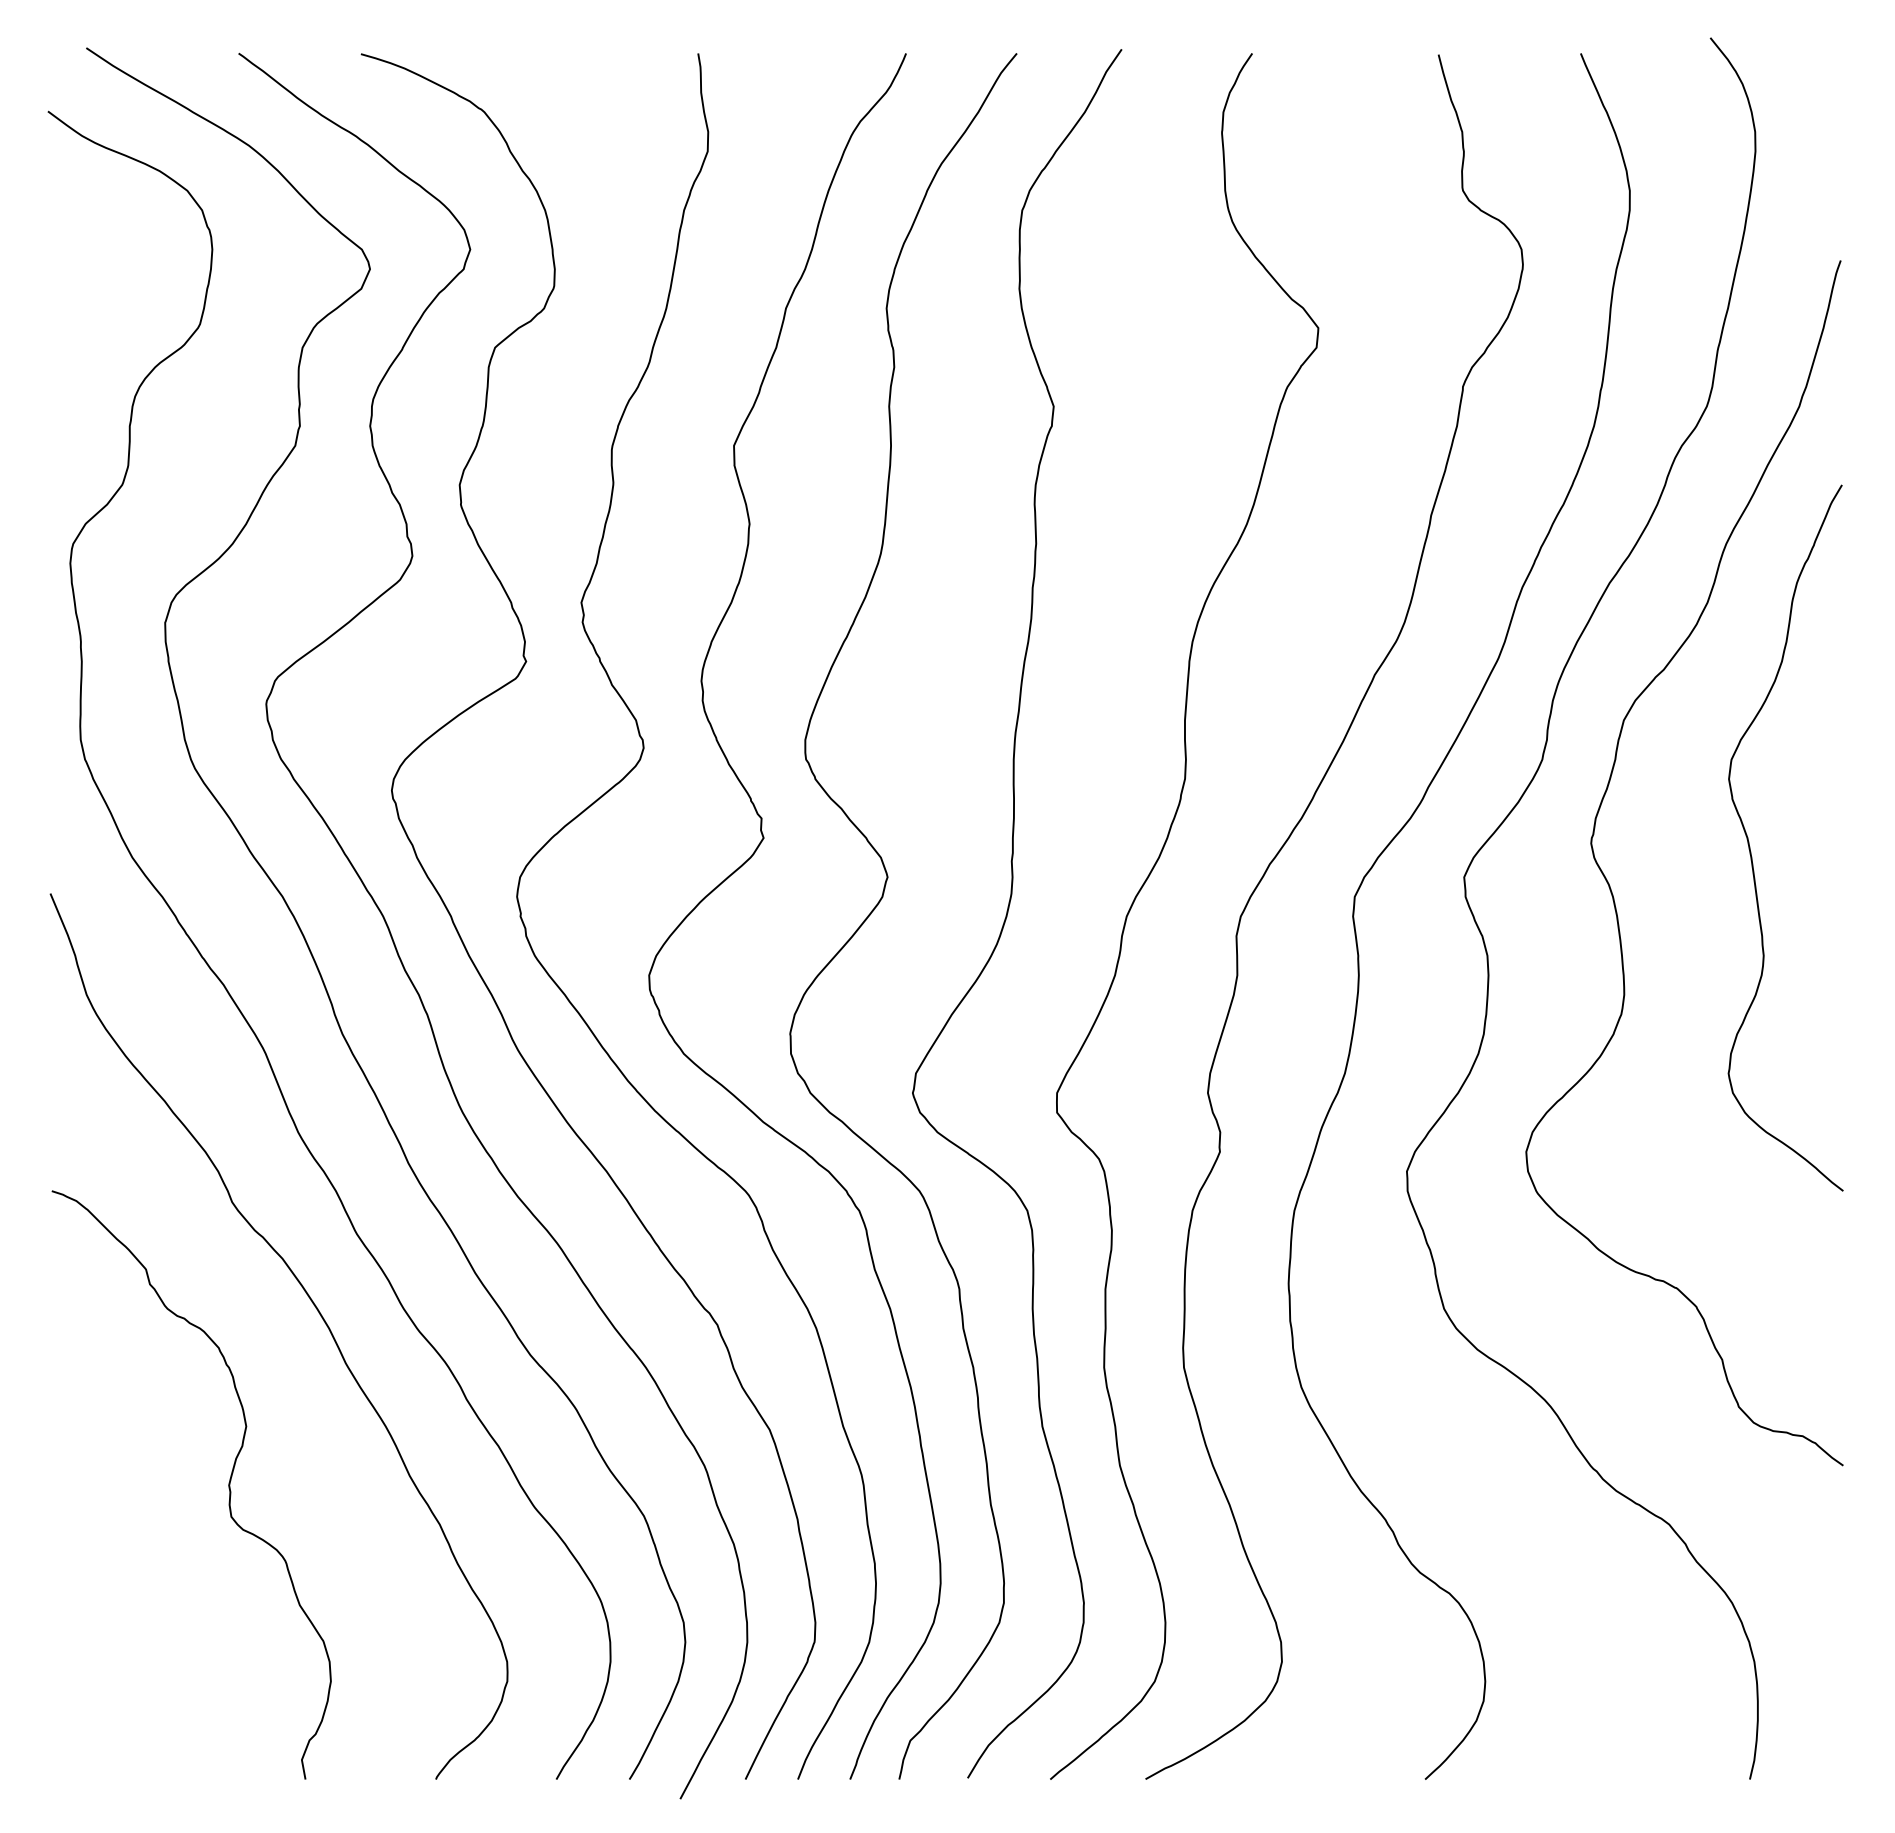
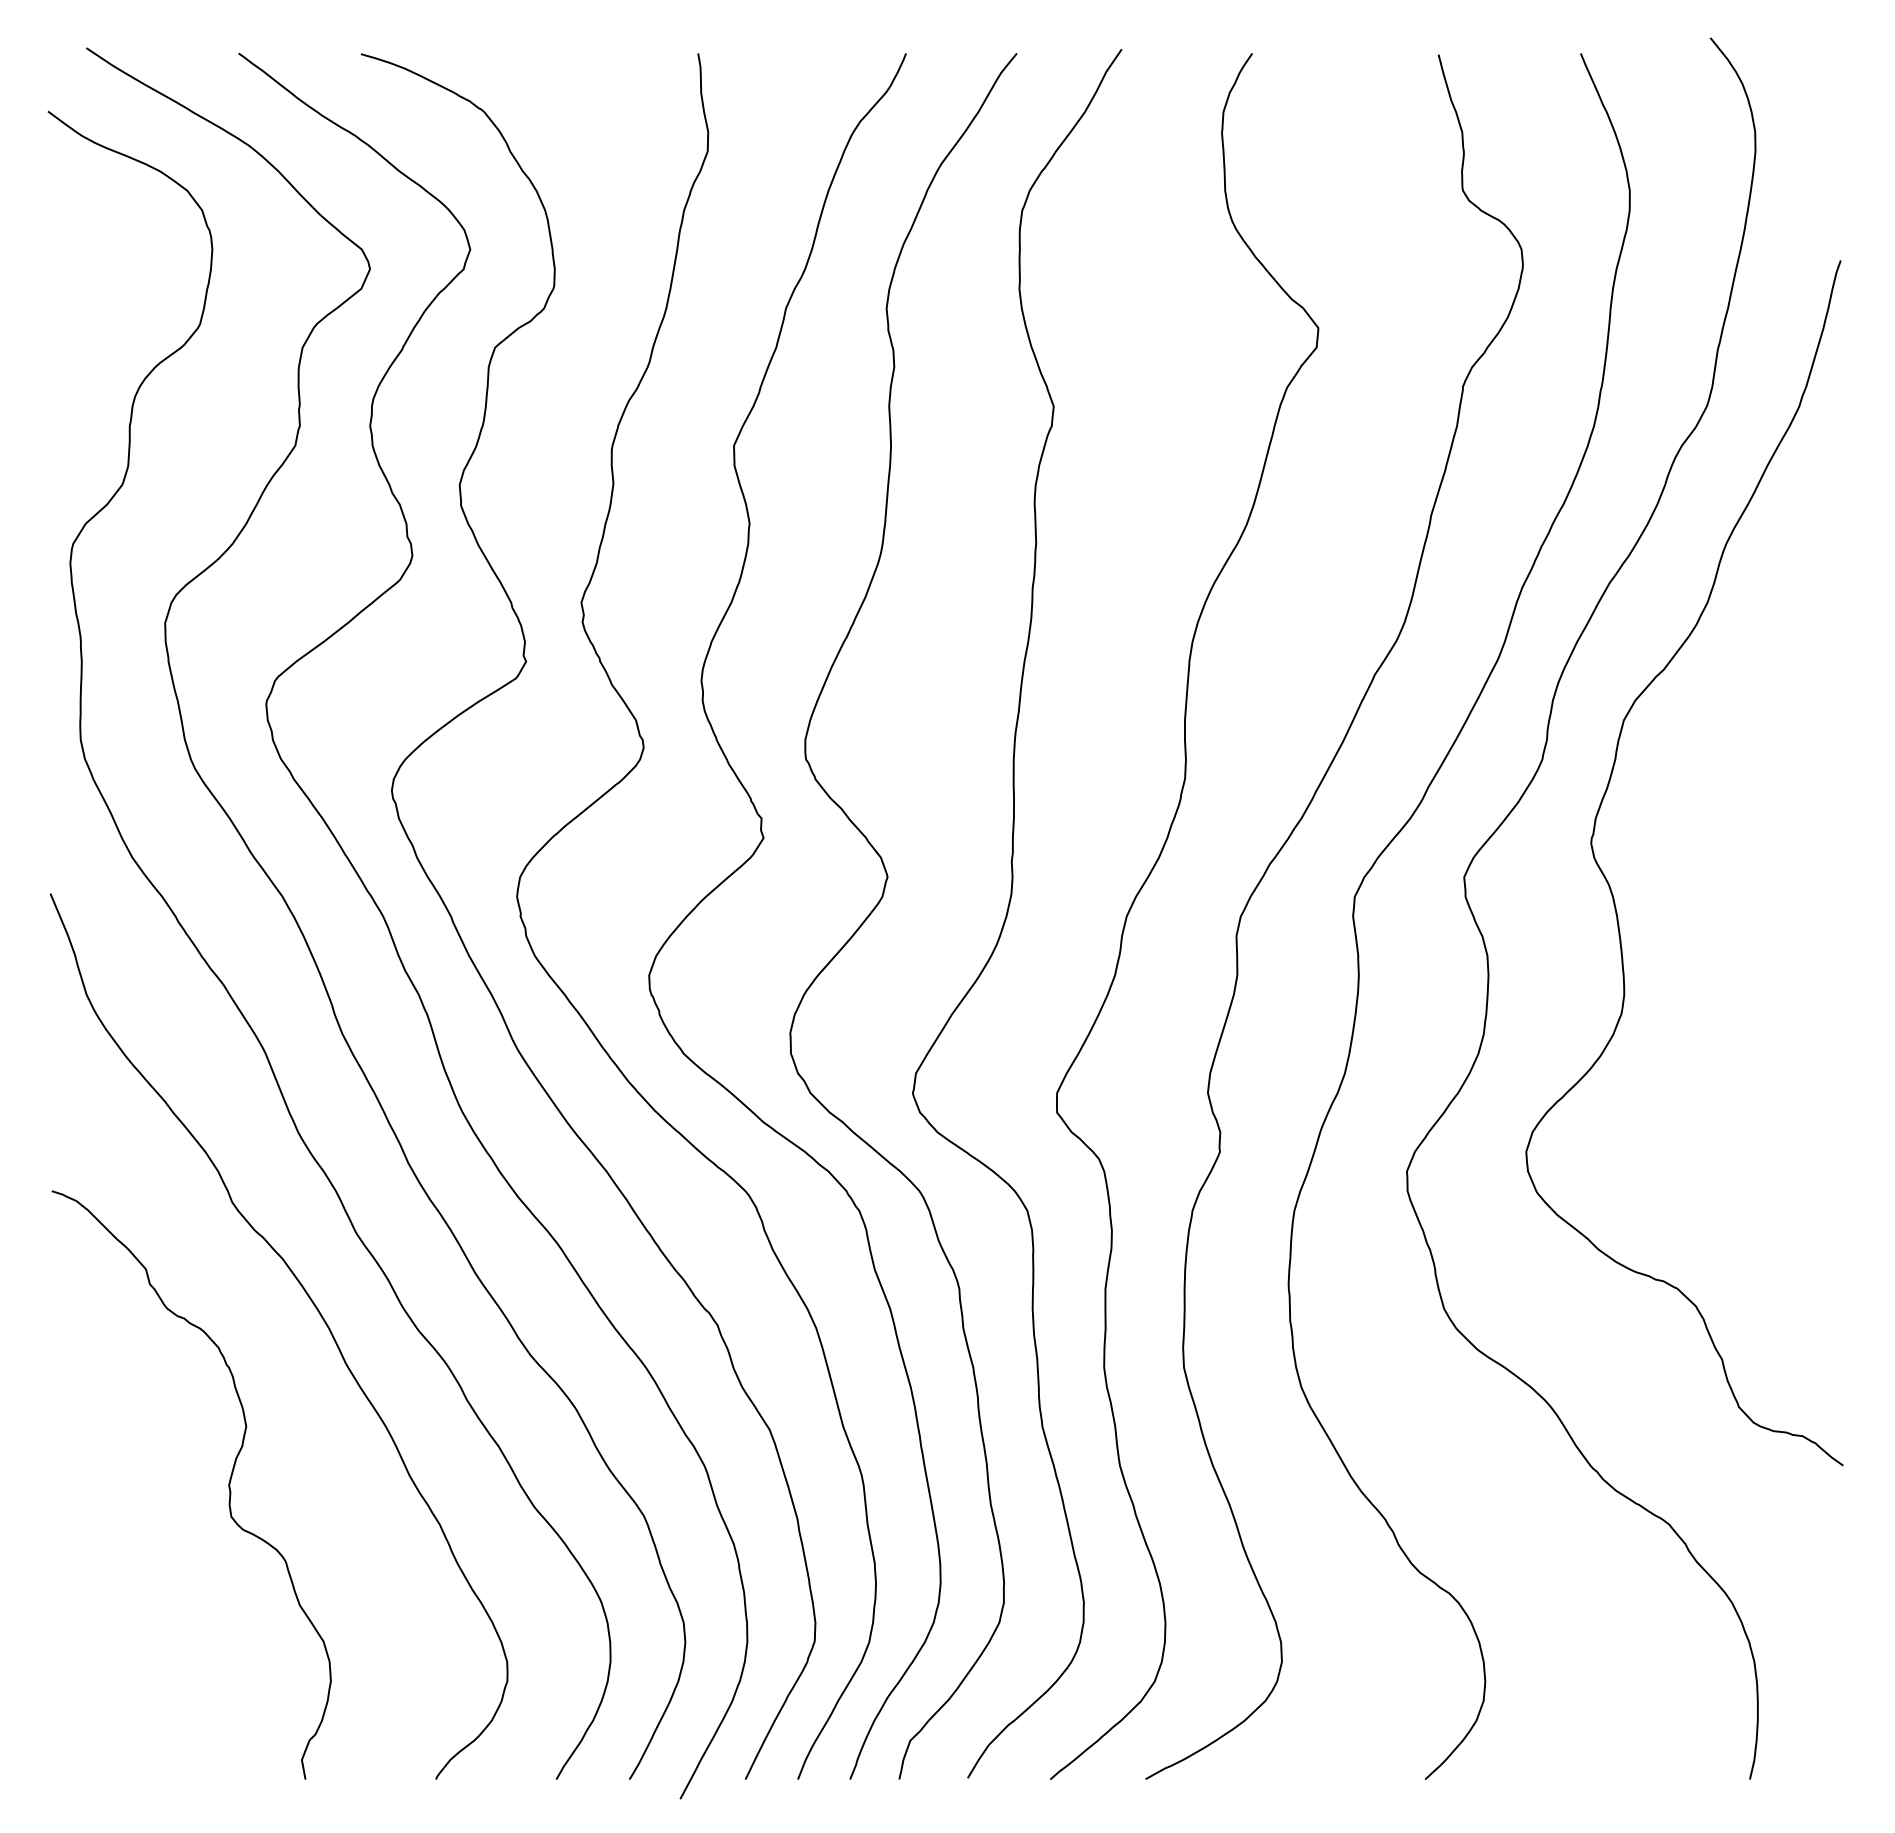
curve at (1750, 846): present -> none
